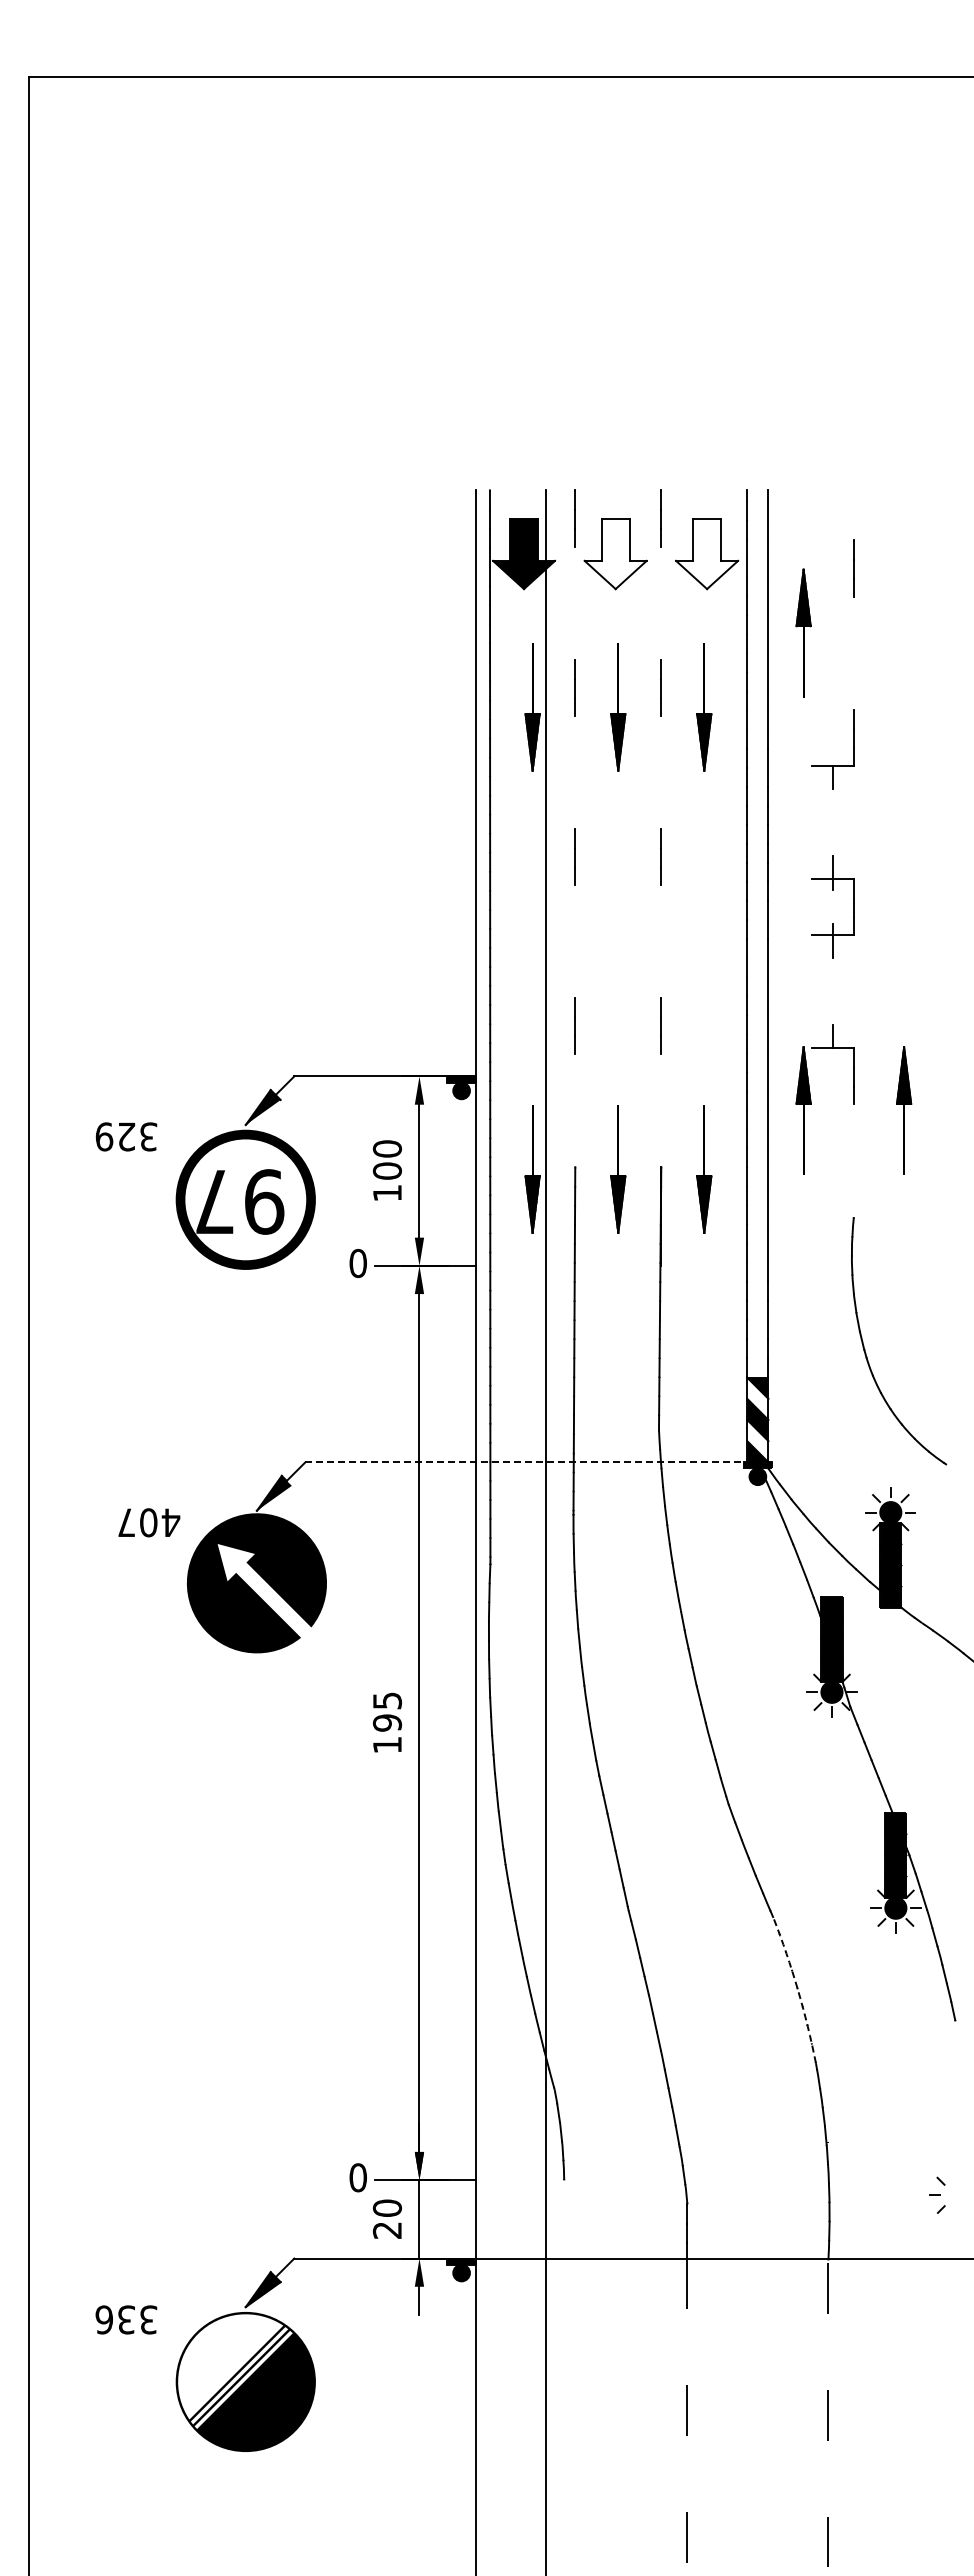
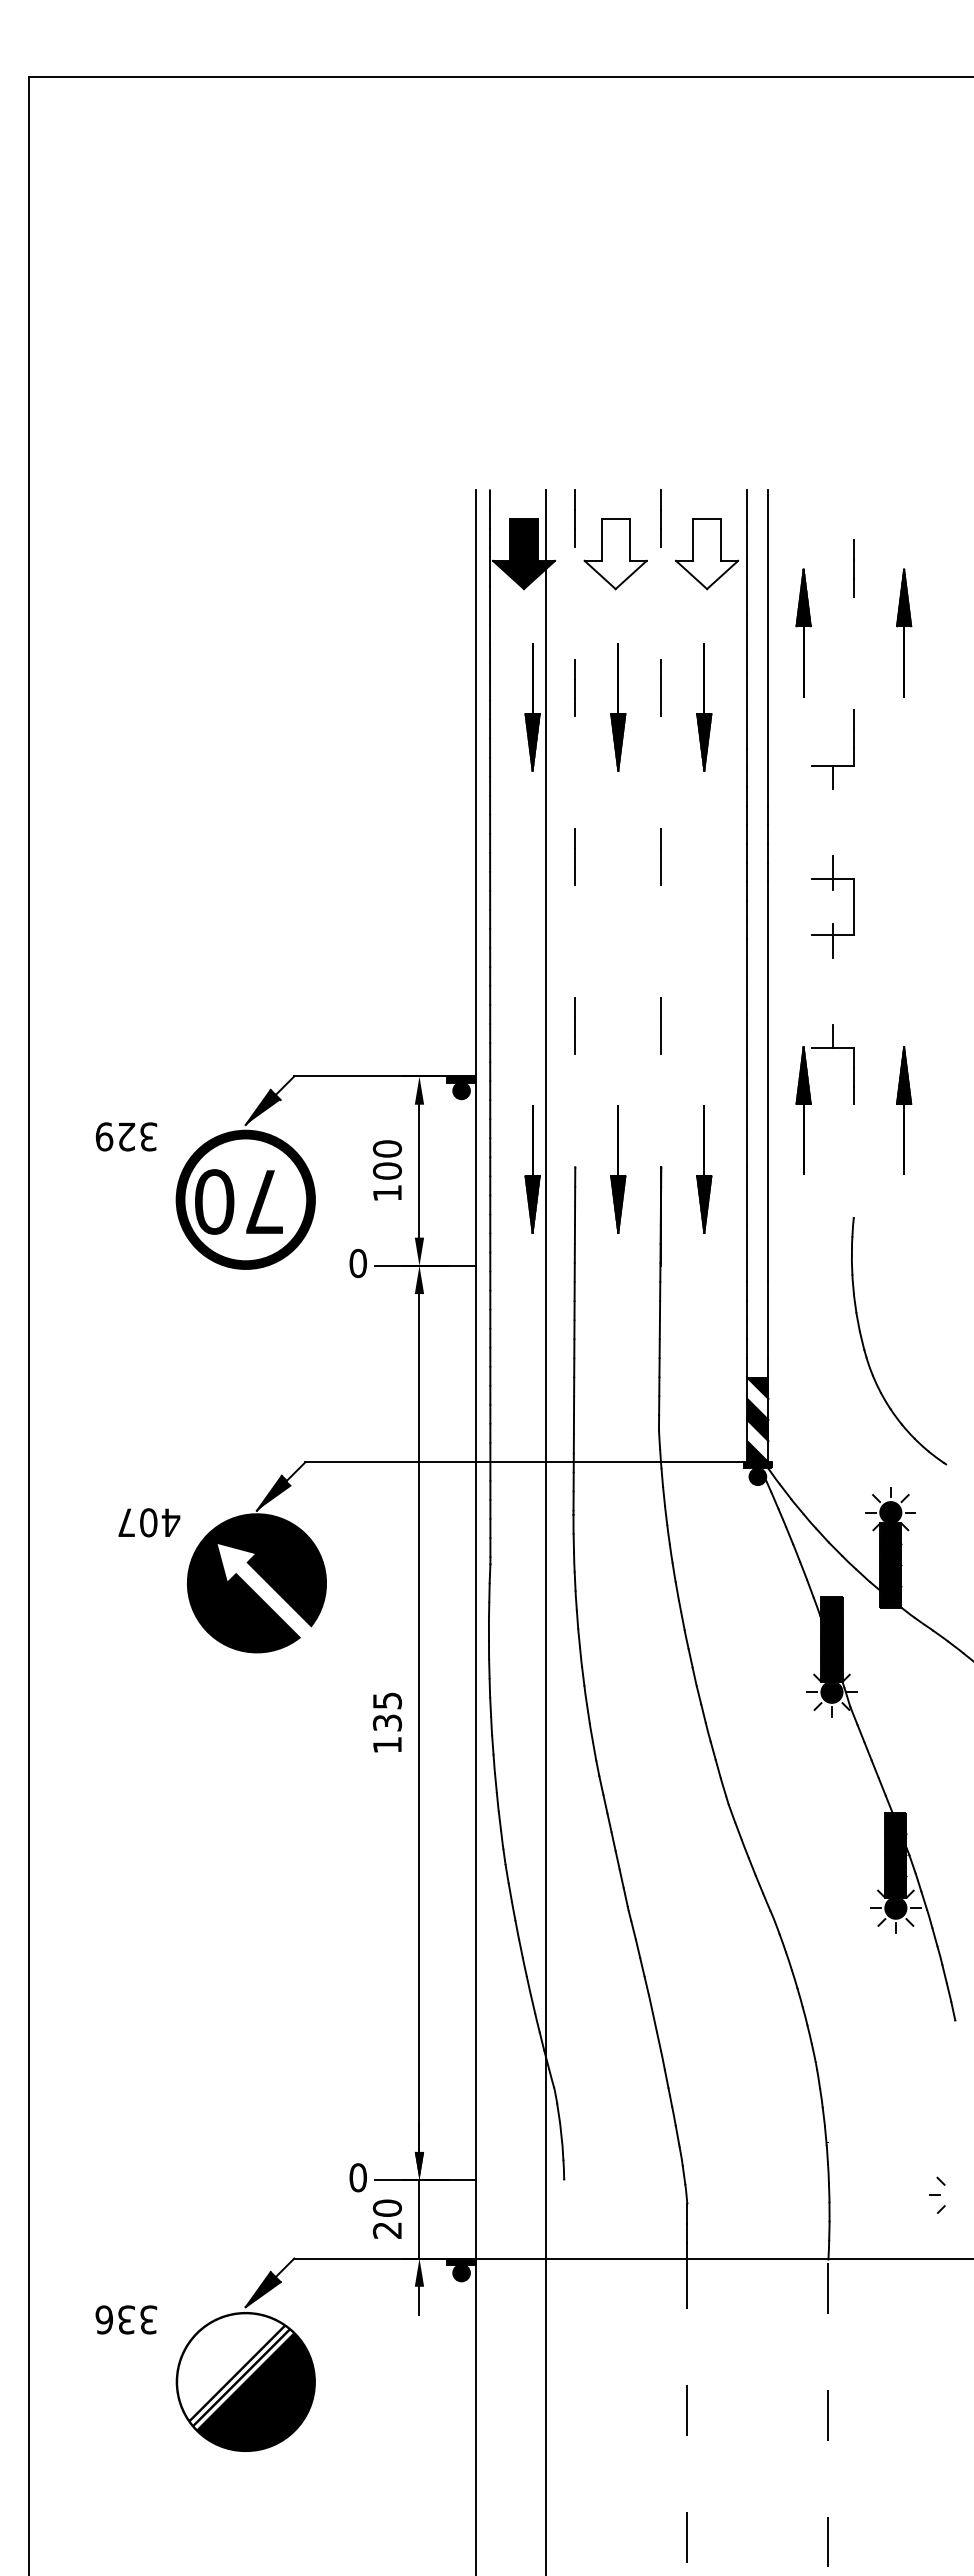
part at (904, 632): none -> present
text at (239, 1201): 97 -> 70
line at (532, 1462): dashed -> solid
text at (387, 1722): 195 -> 135
arc at (797, 1989): dashed -> solid
